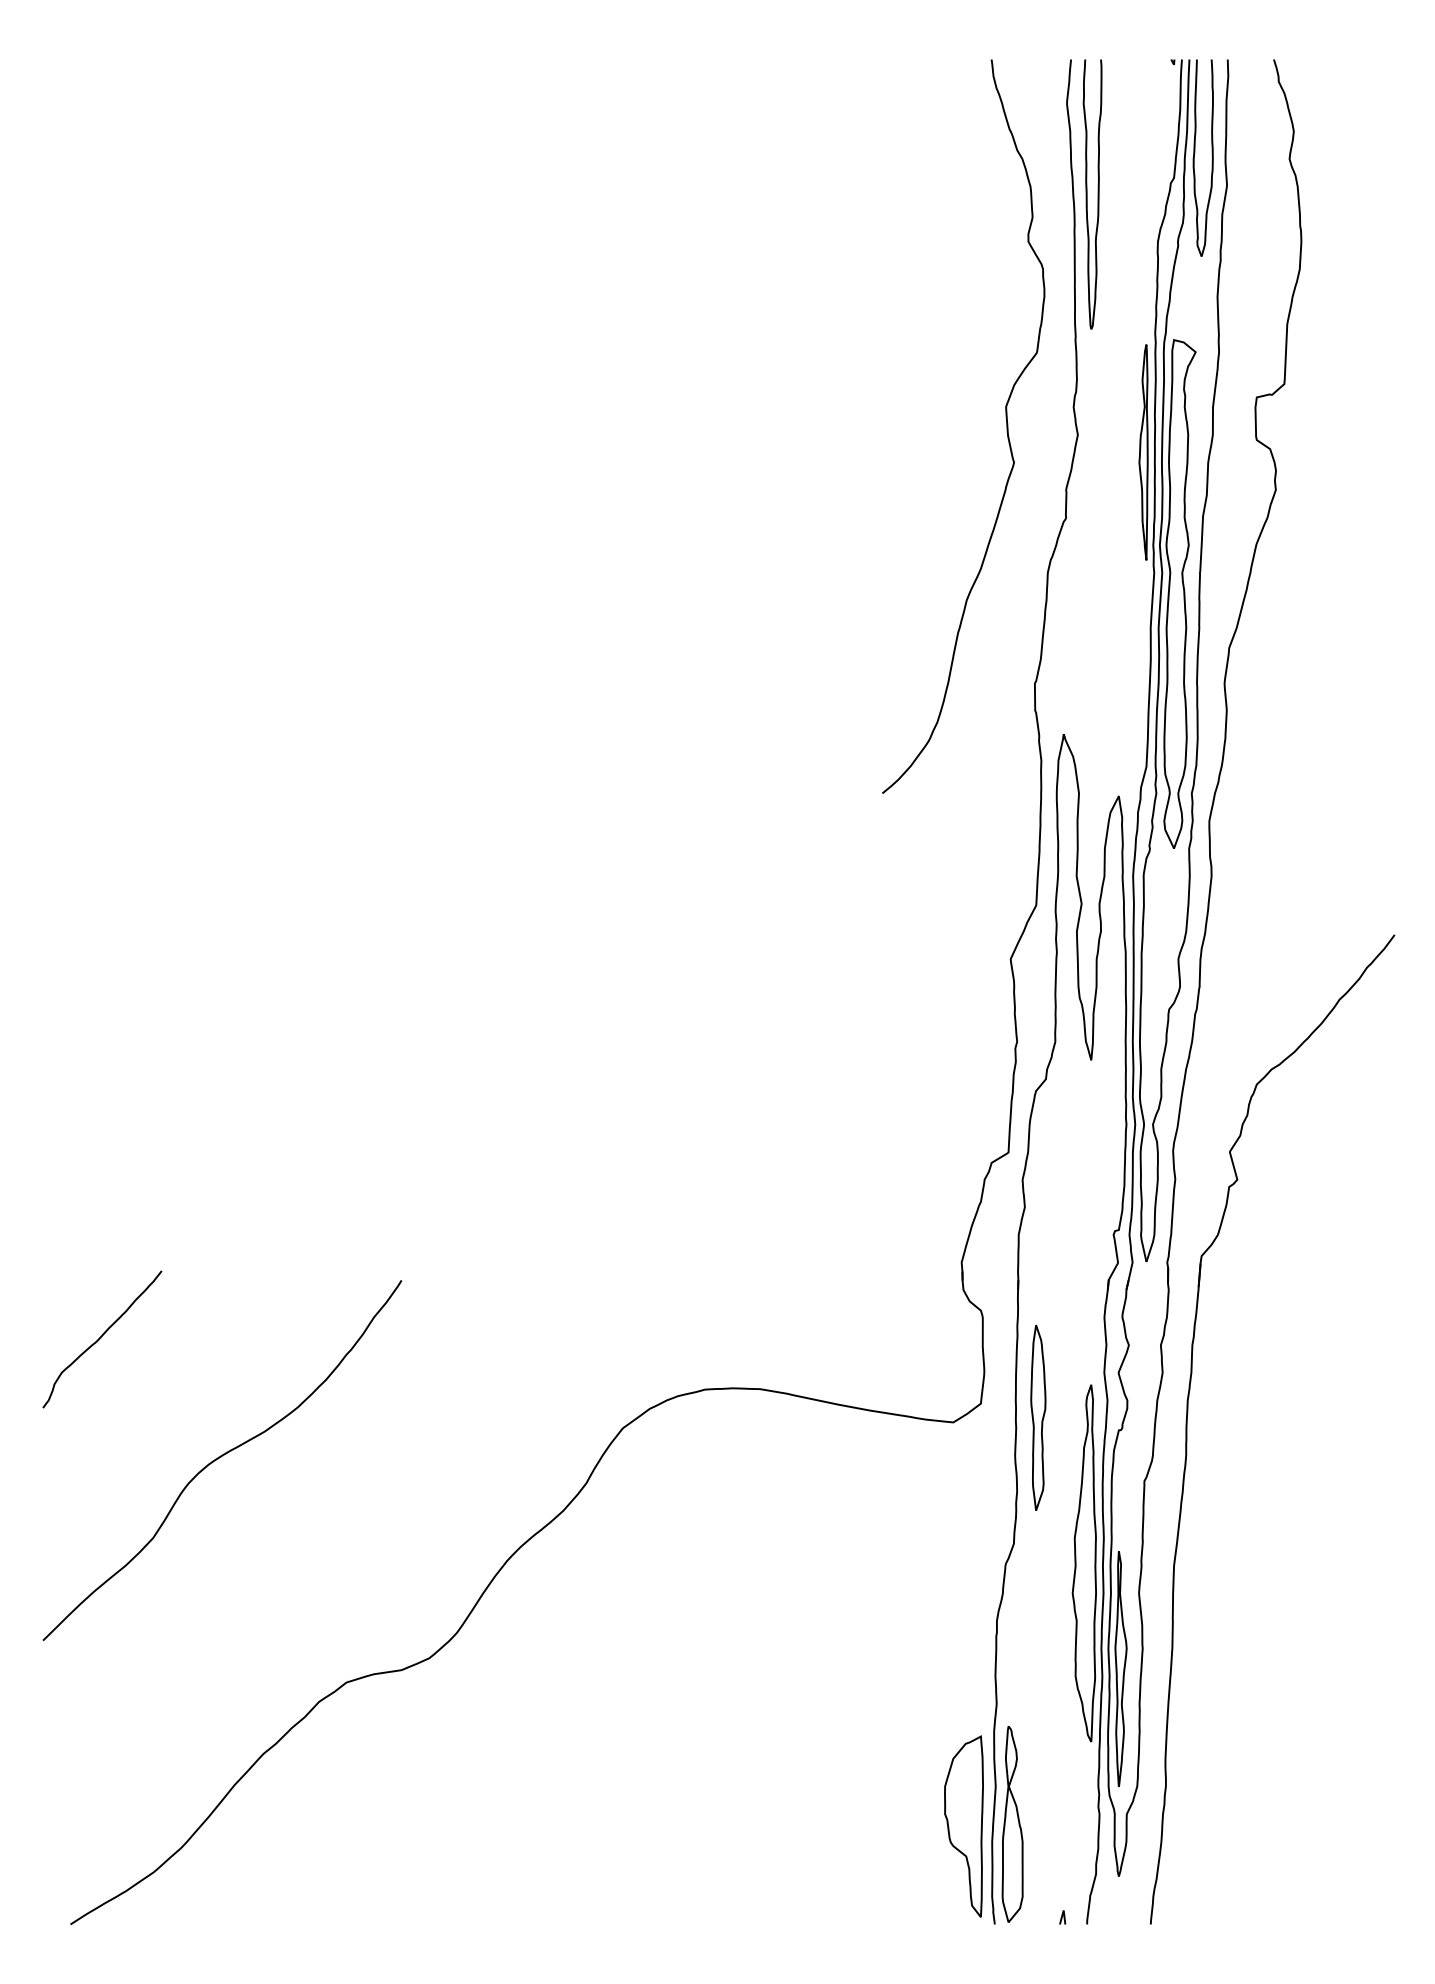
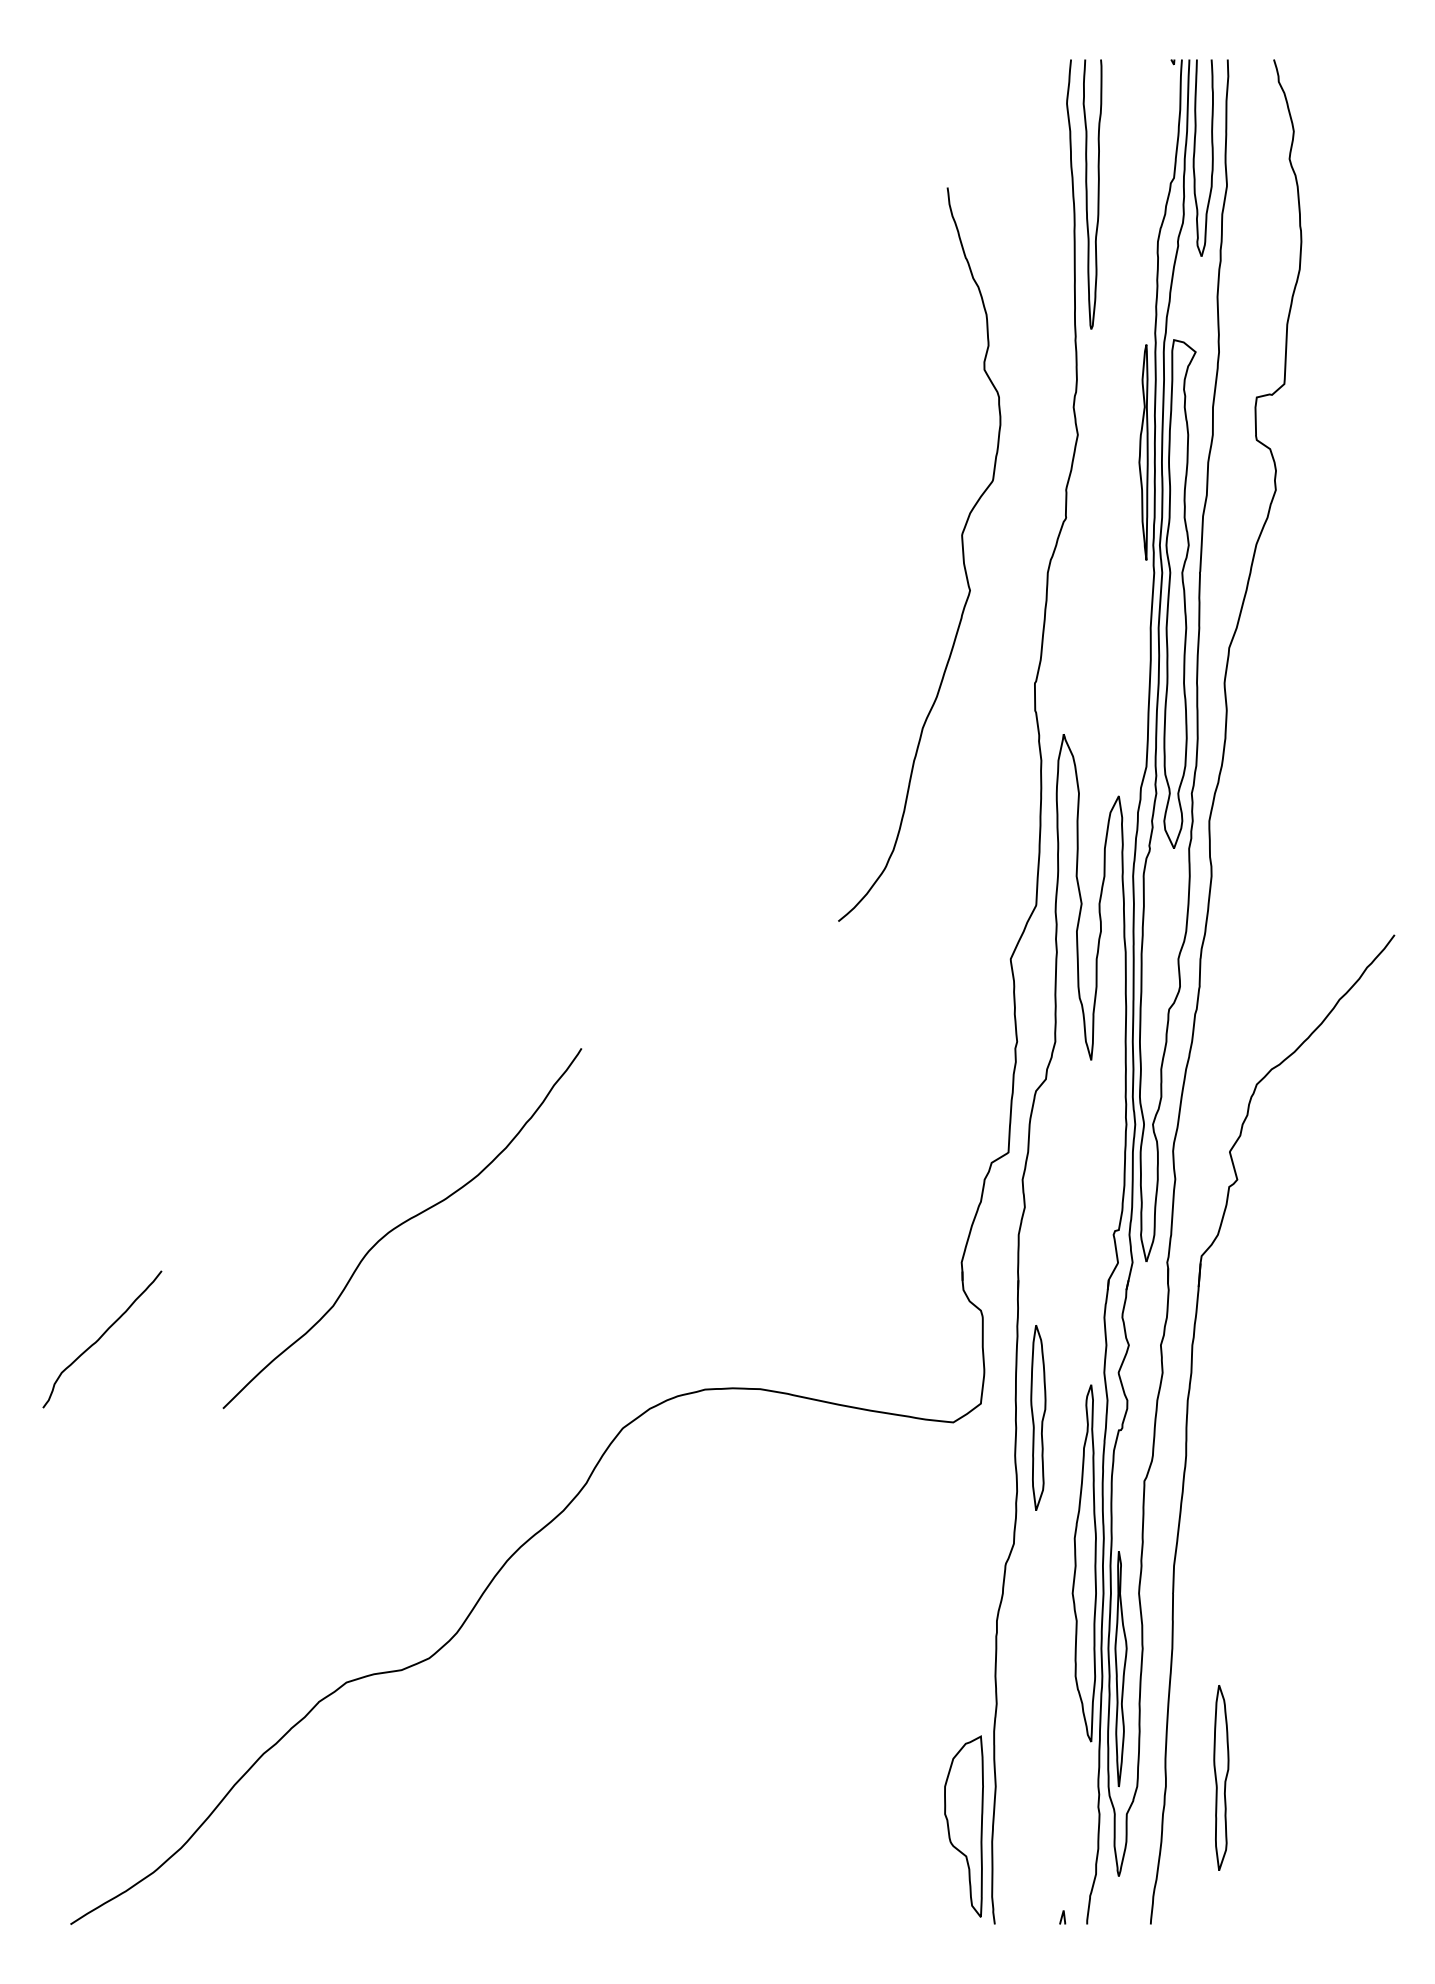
curve at (1005, 417) position: (1005, 417) -> (961, 545)
curve at (221, 1457) position: (221, 1457) -> (401, 1225)
part at (1221, 1777): none -> present
part at (1012, 1824): present -> none
